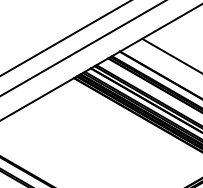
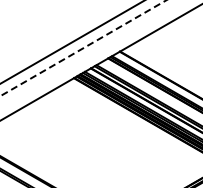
line at (65, 38) position: (65, 38) -> (71, 42)
line at (83, 48): solid -> dashed
line at (170, 55): present -> none
